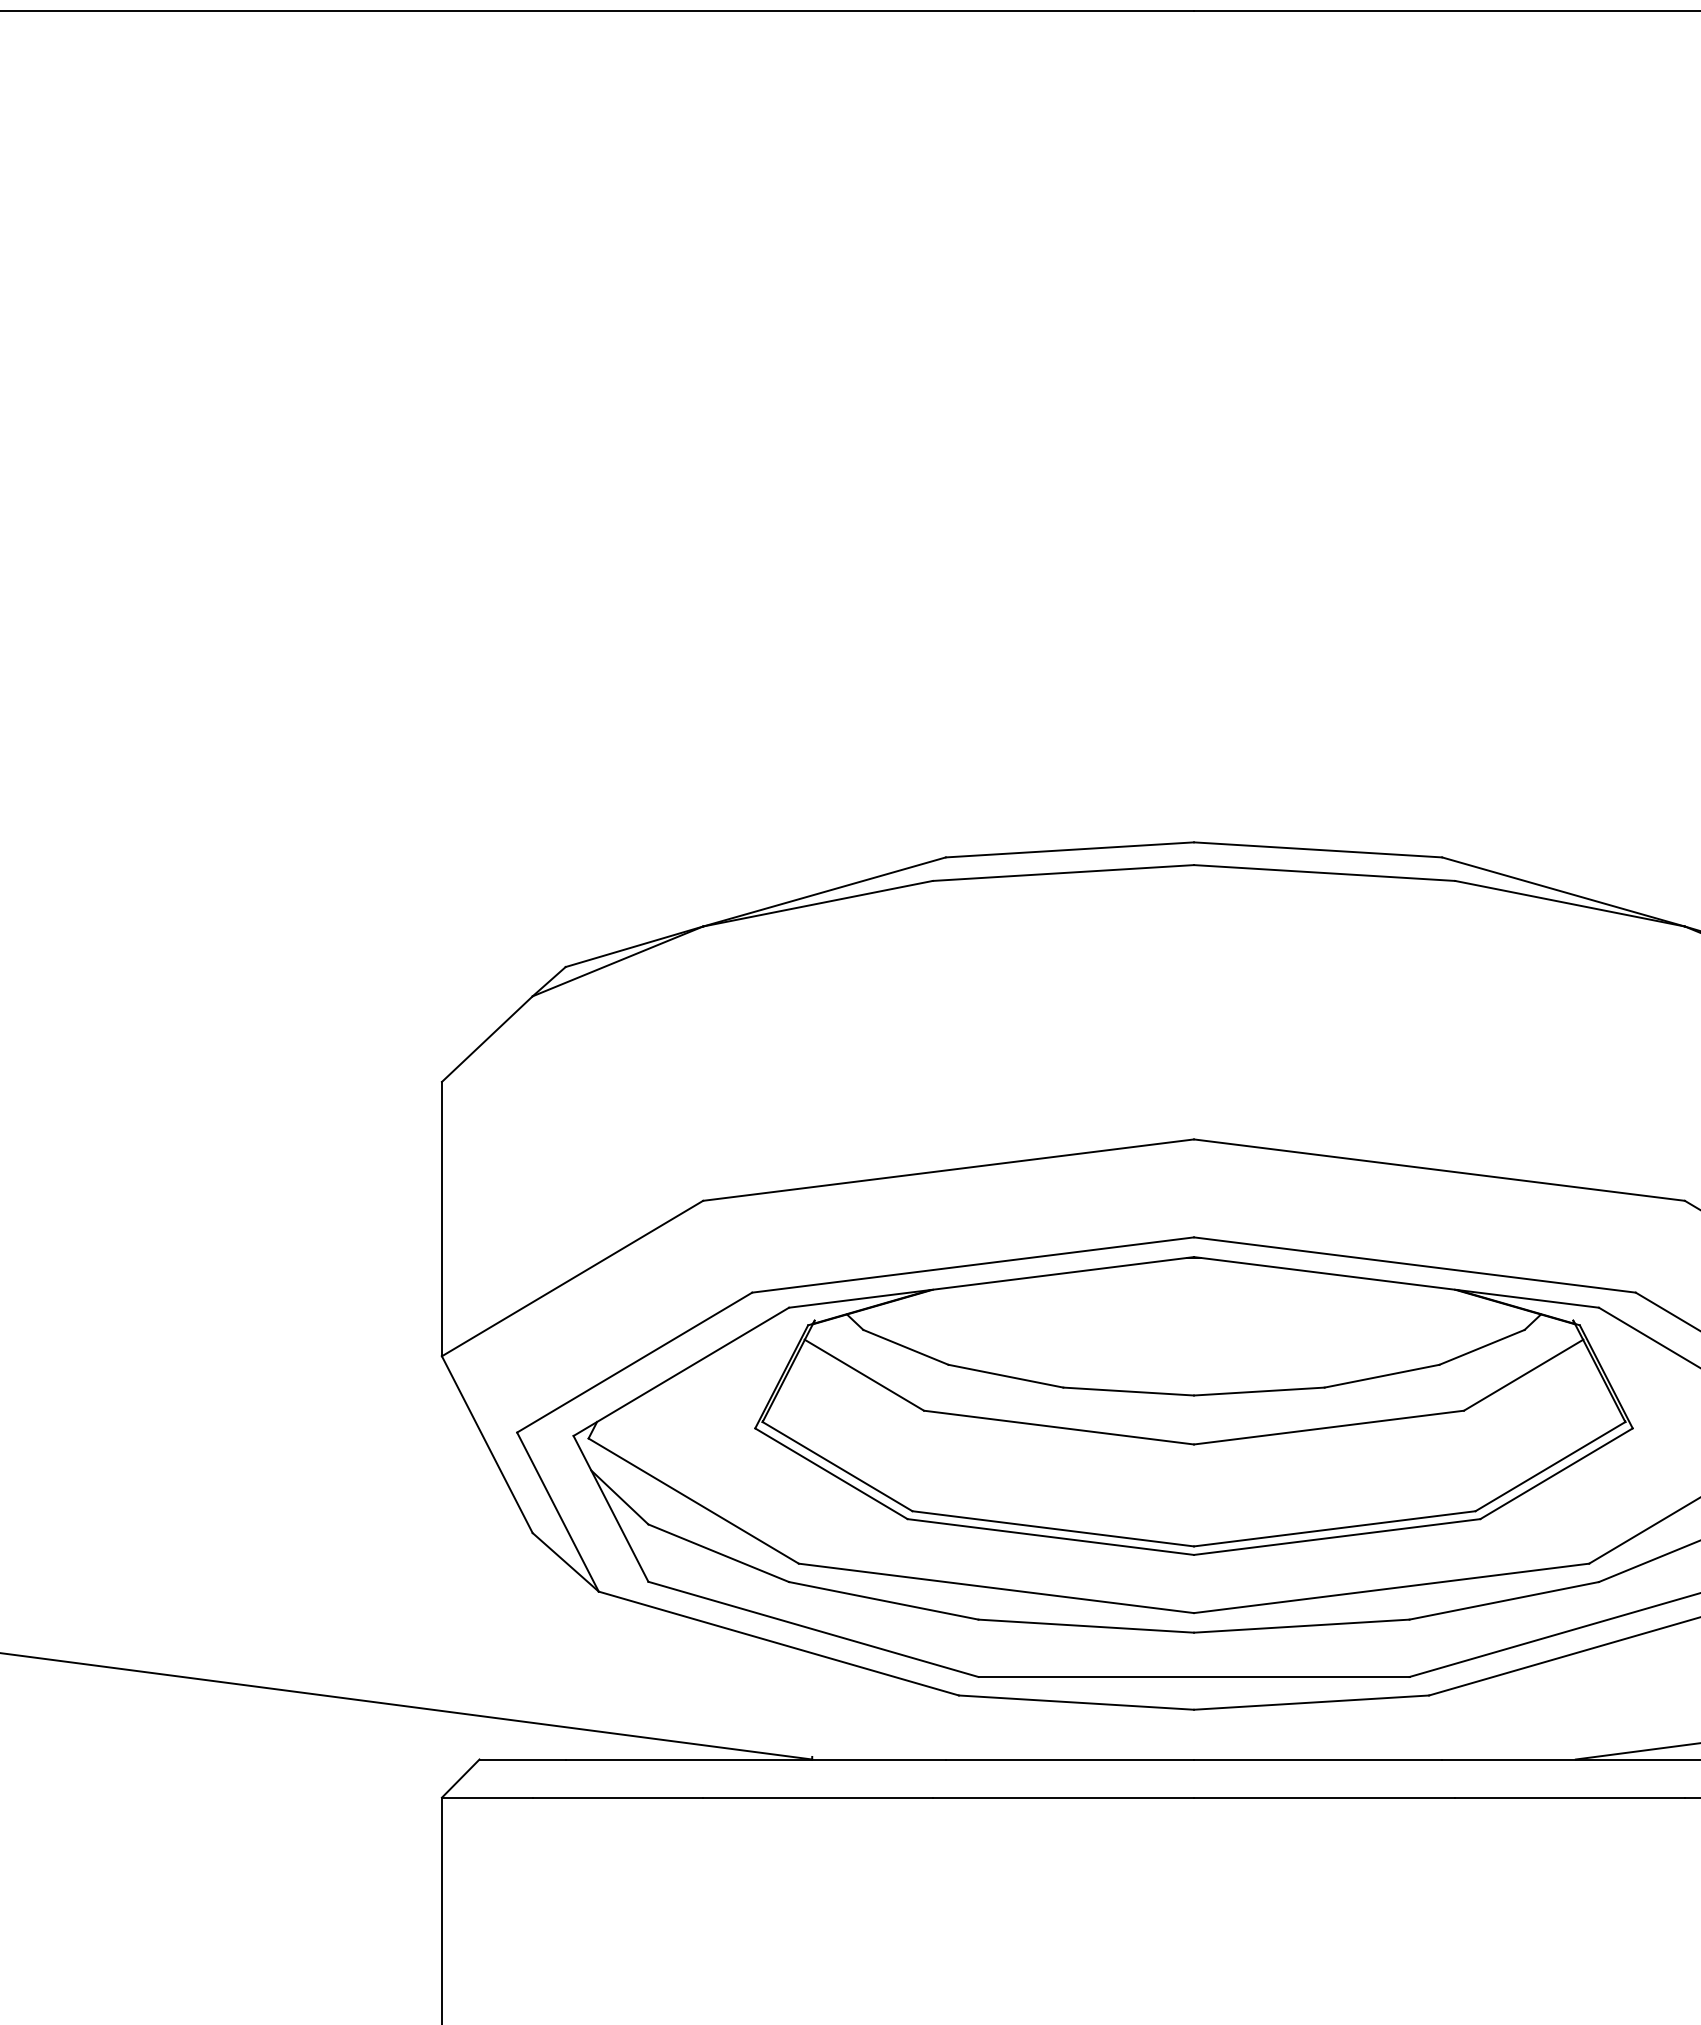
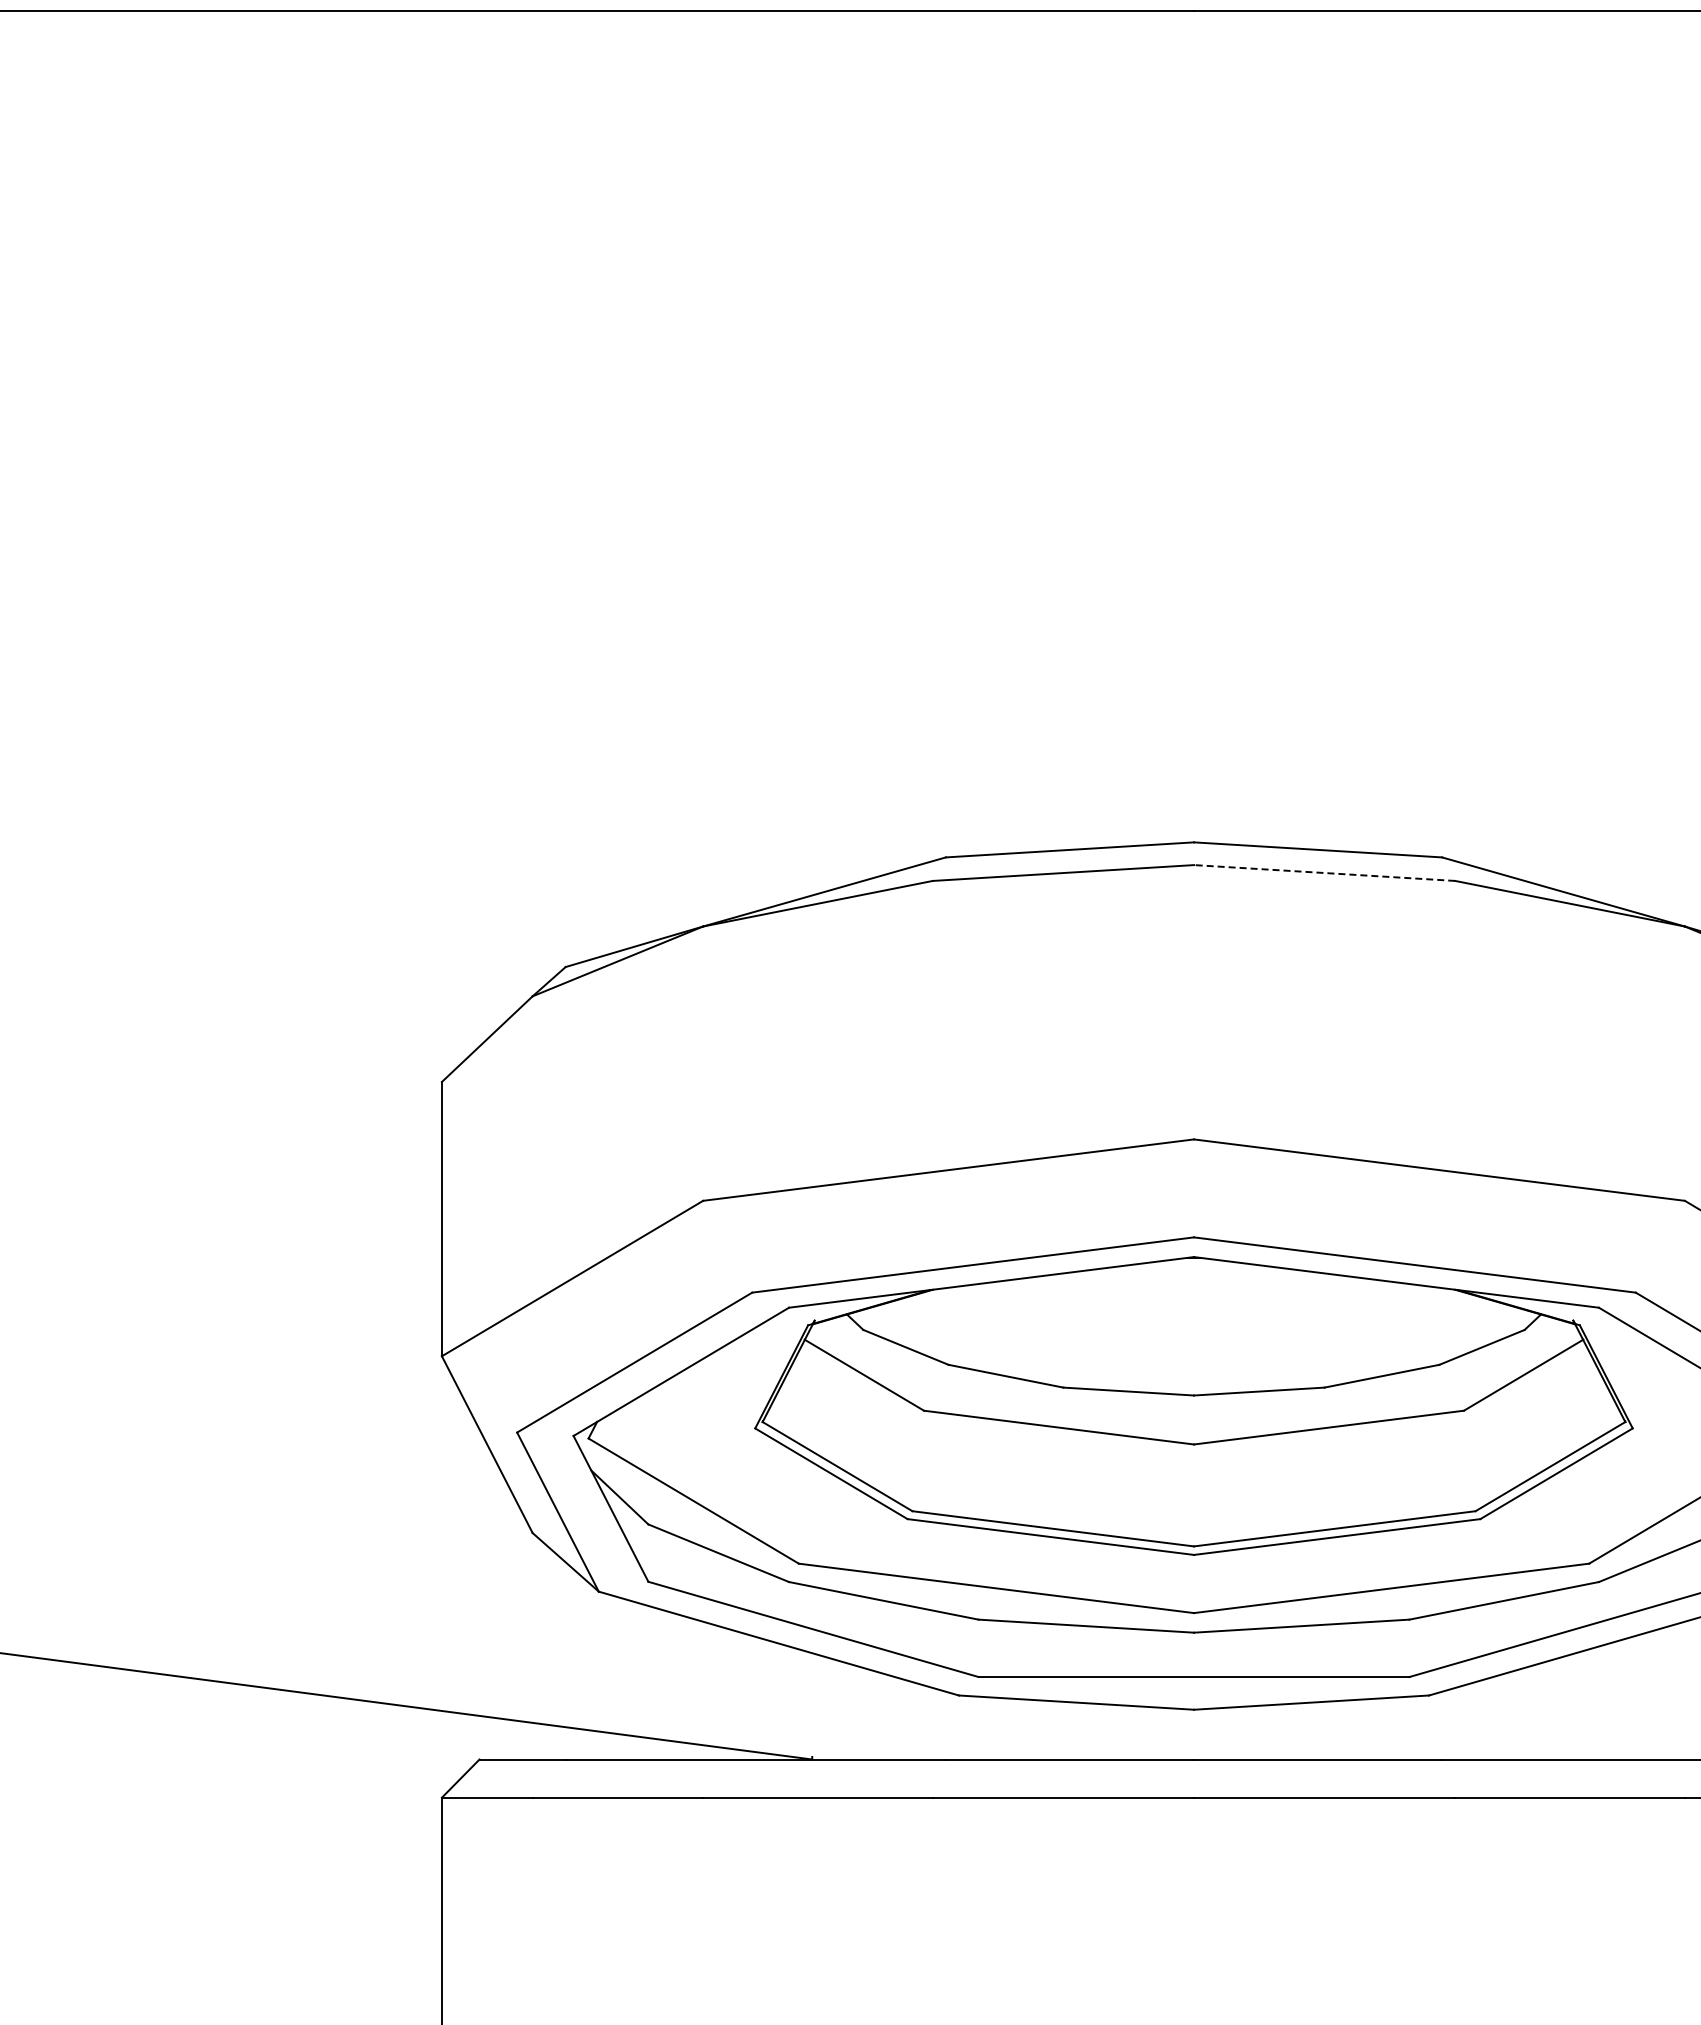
line at (1324, 873): solid -> dashed
line at (1636, 1751): present -> none
